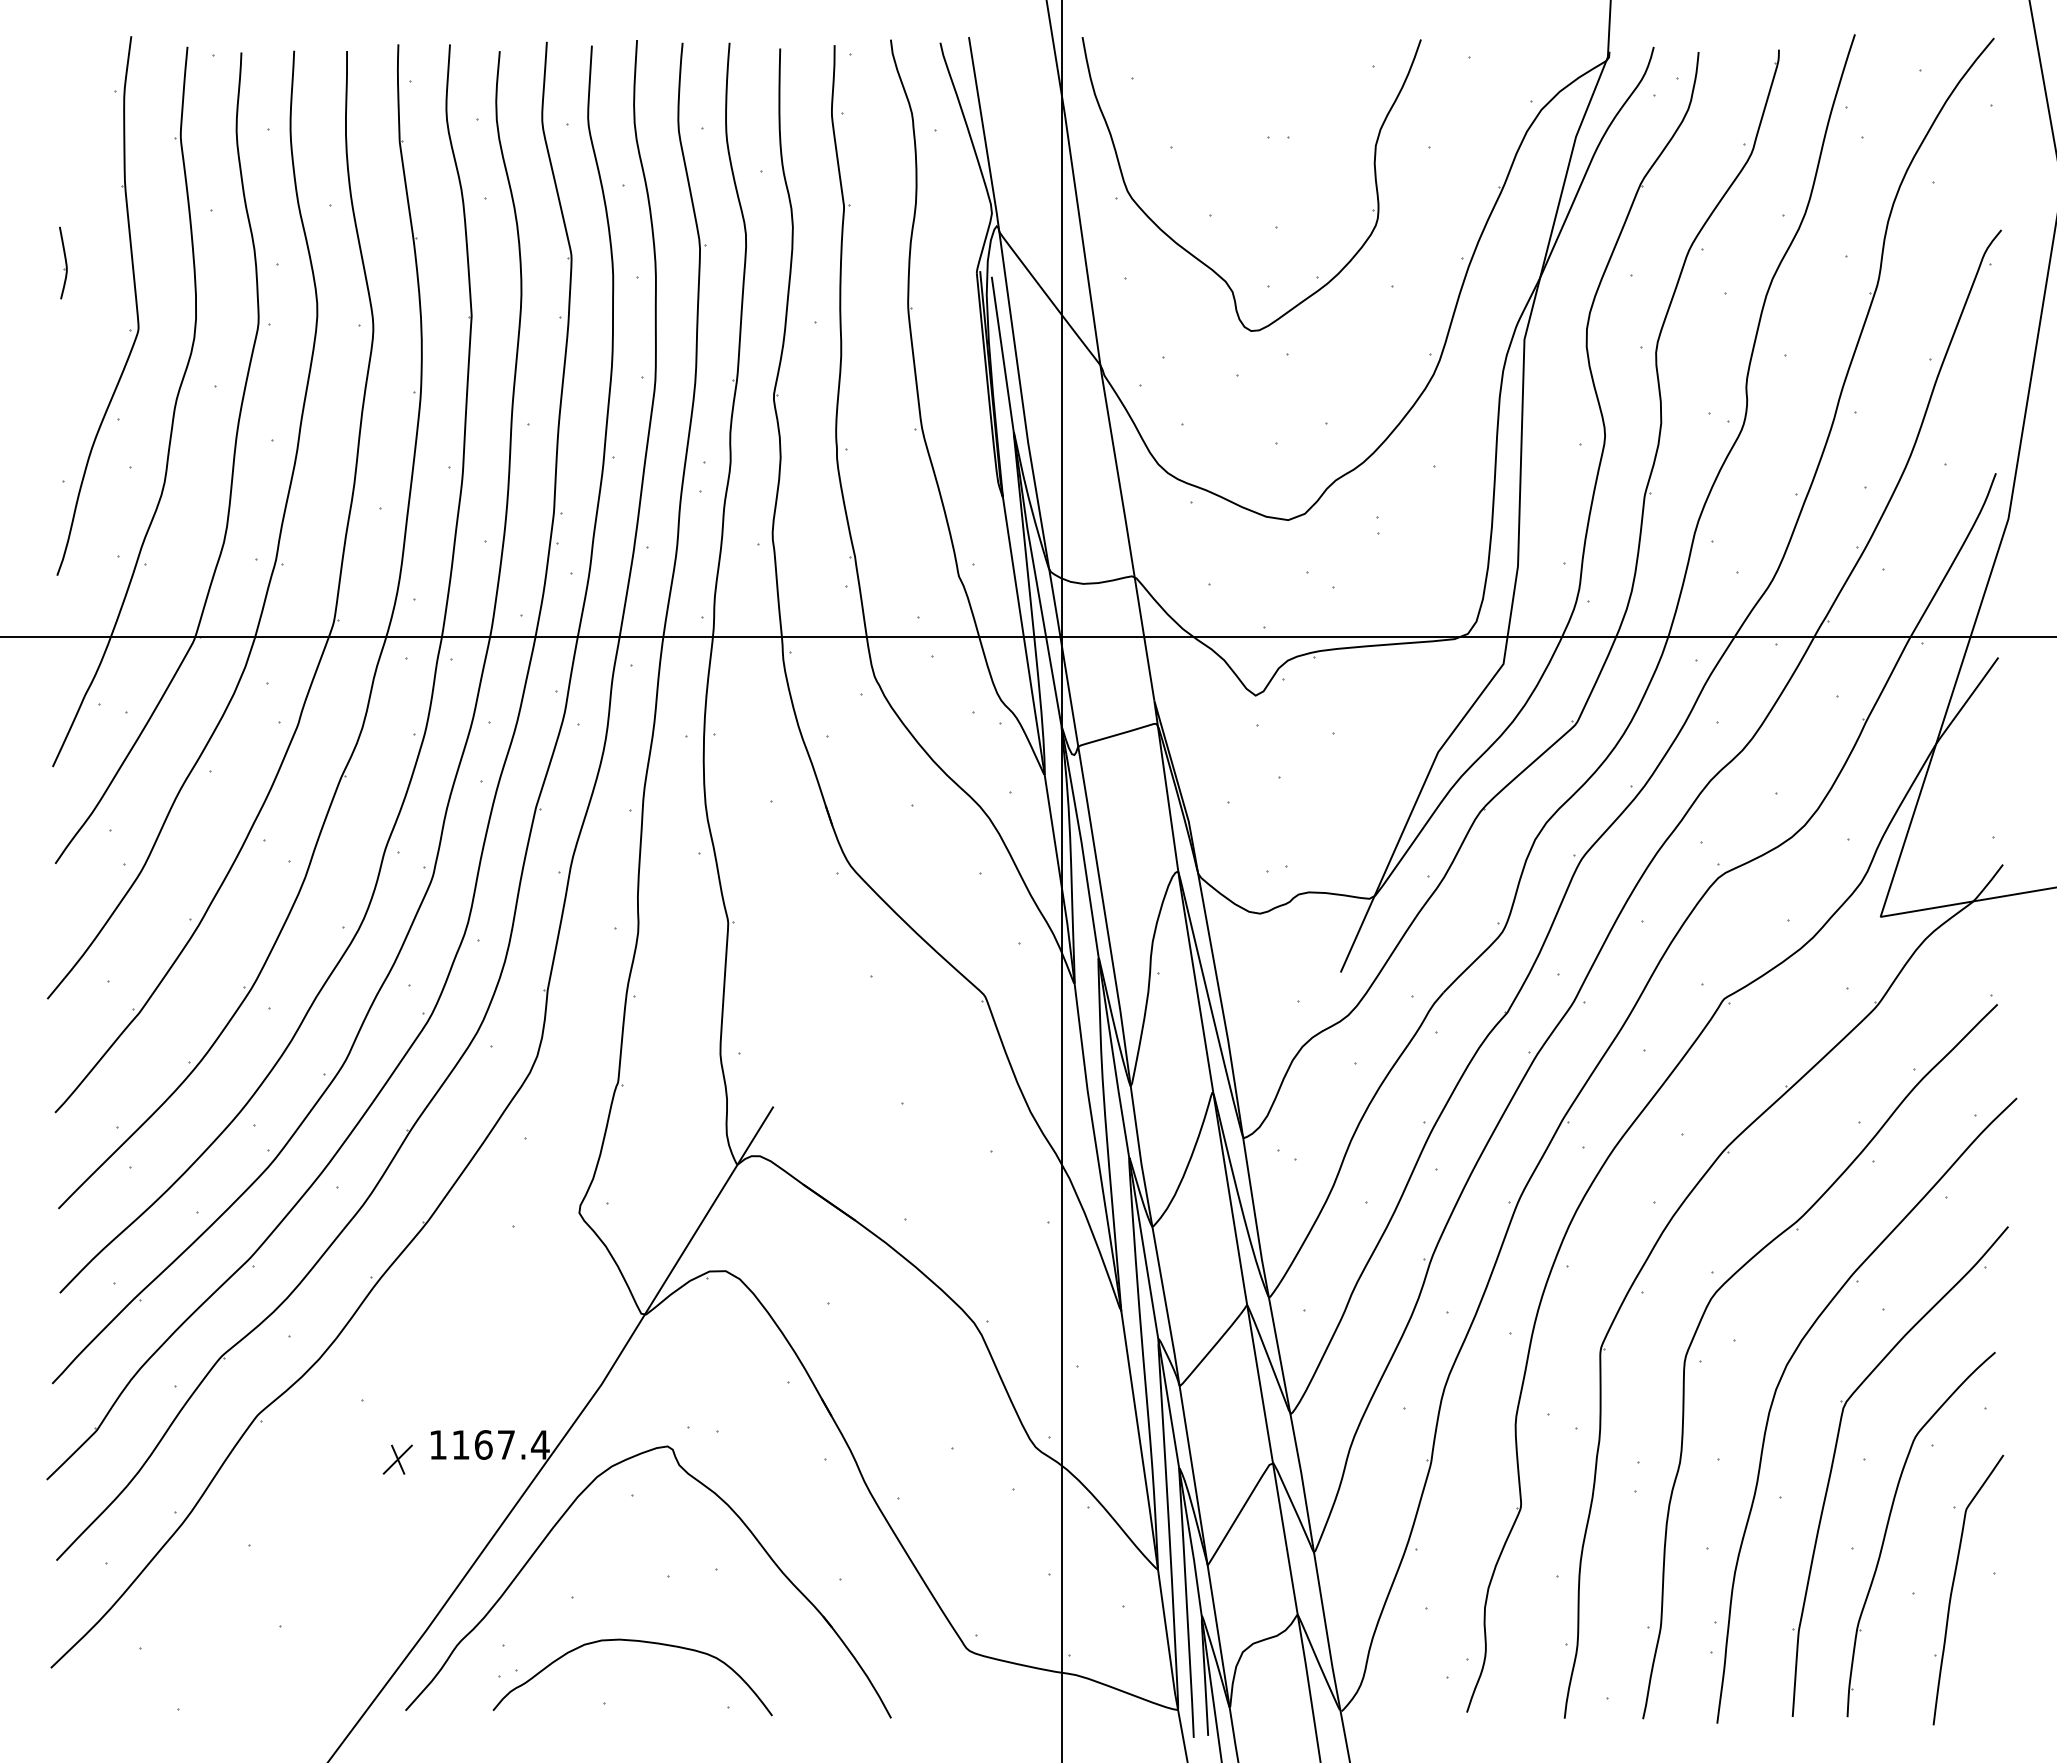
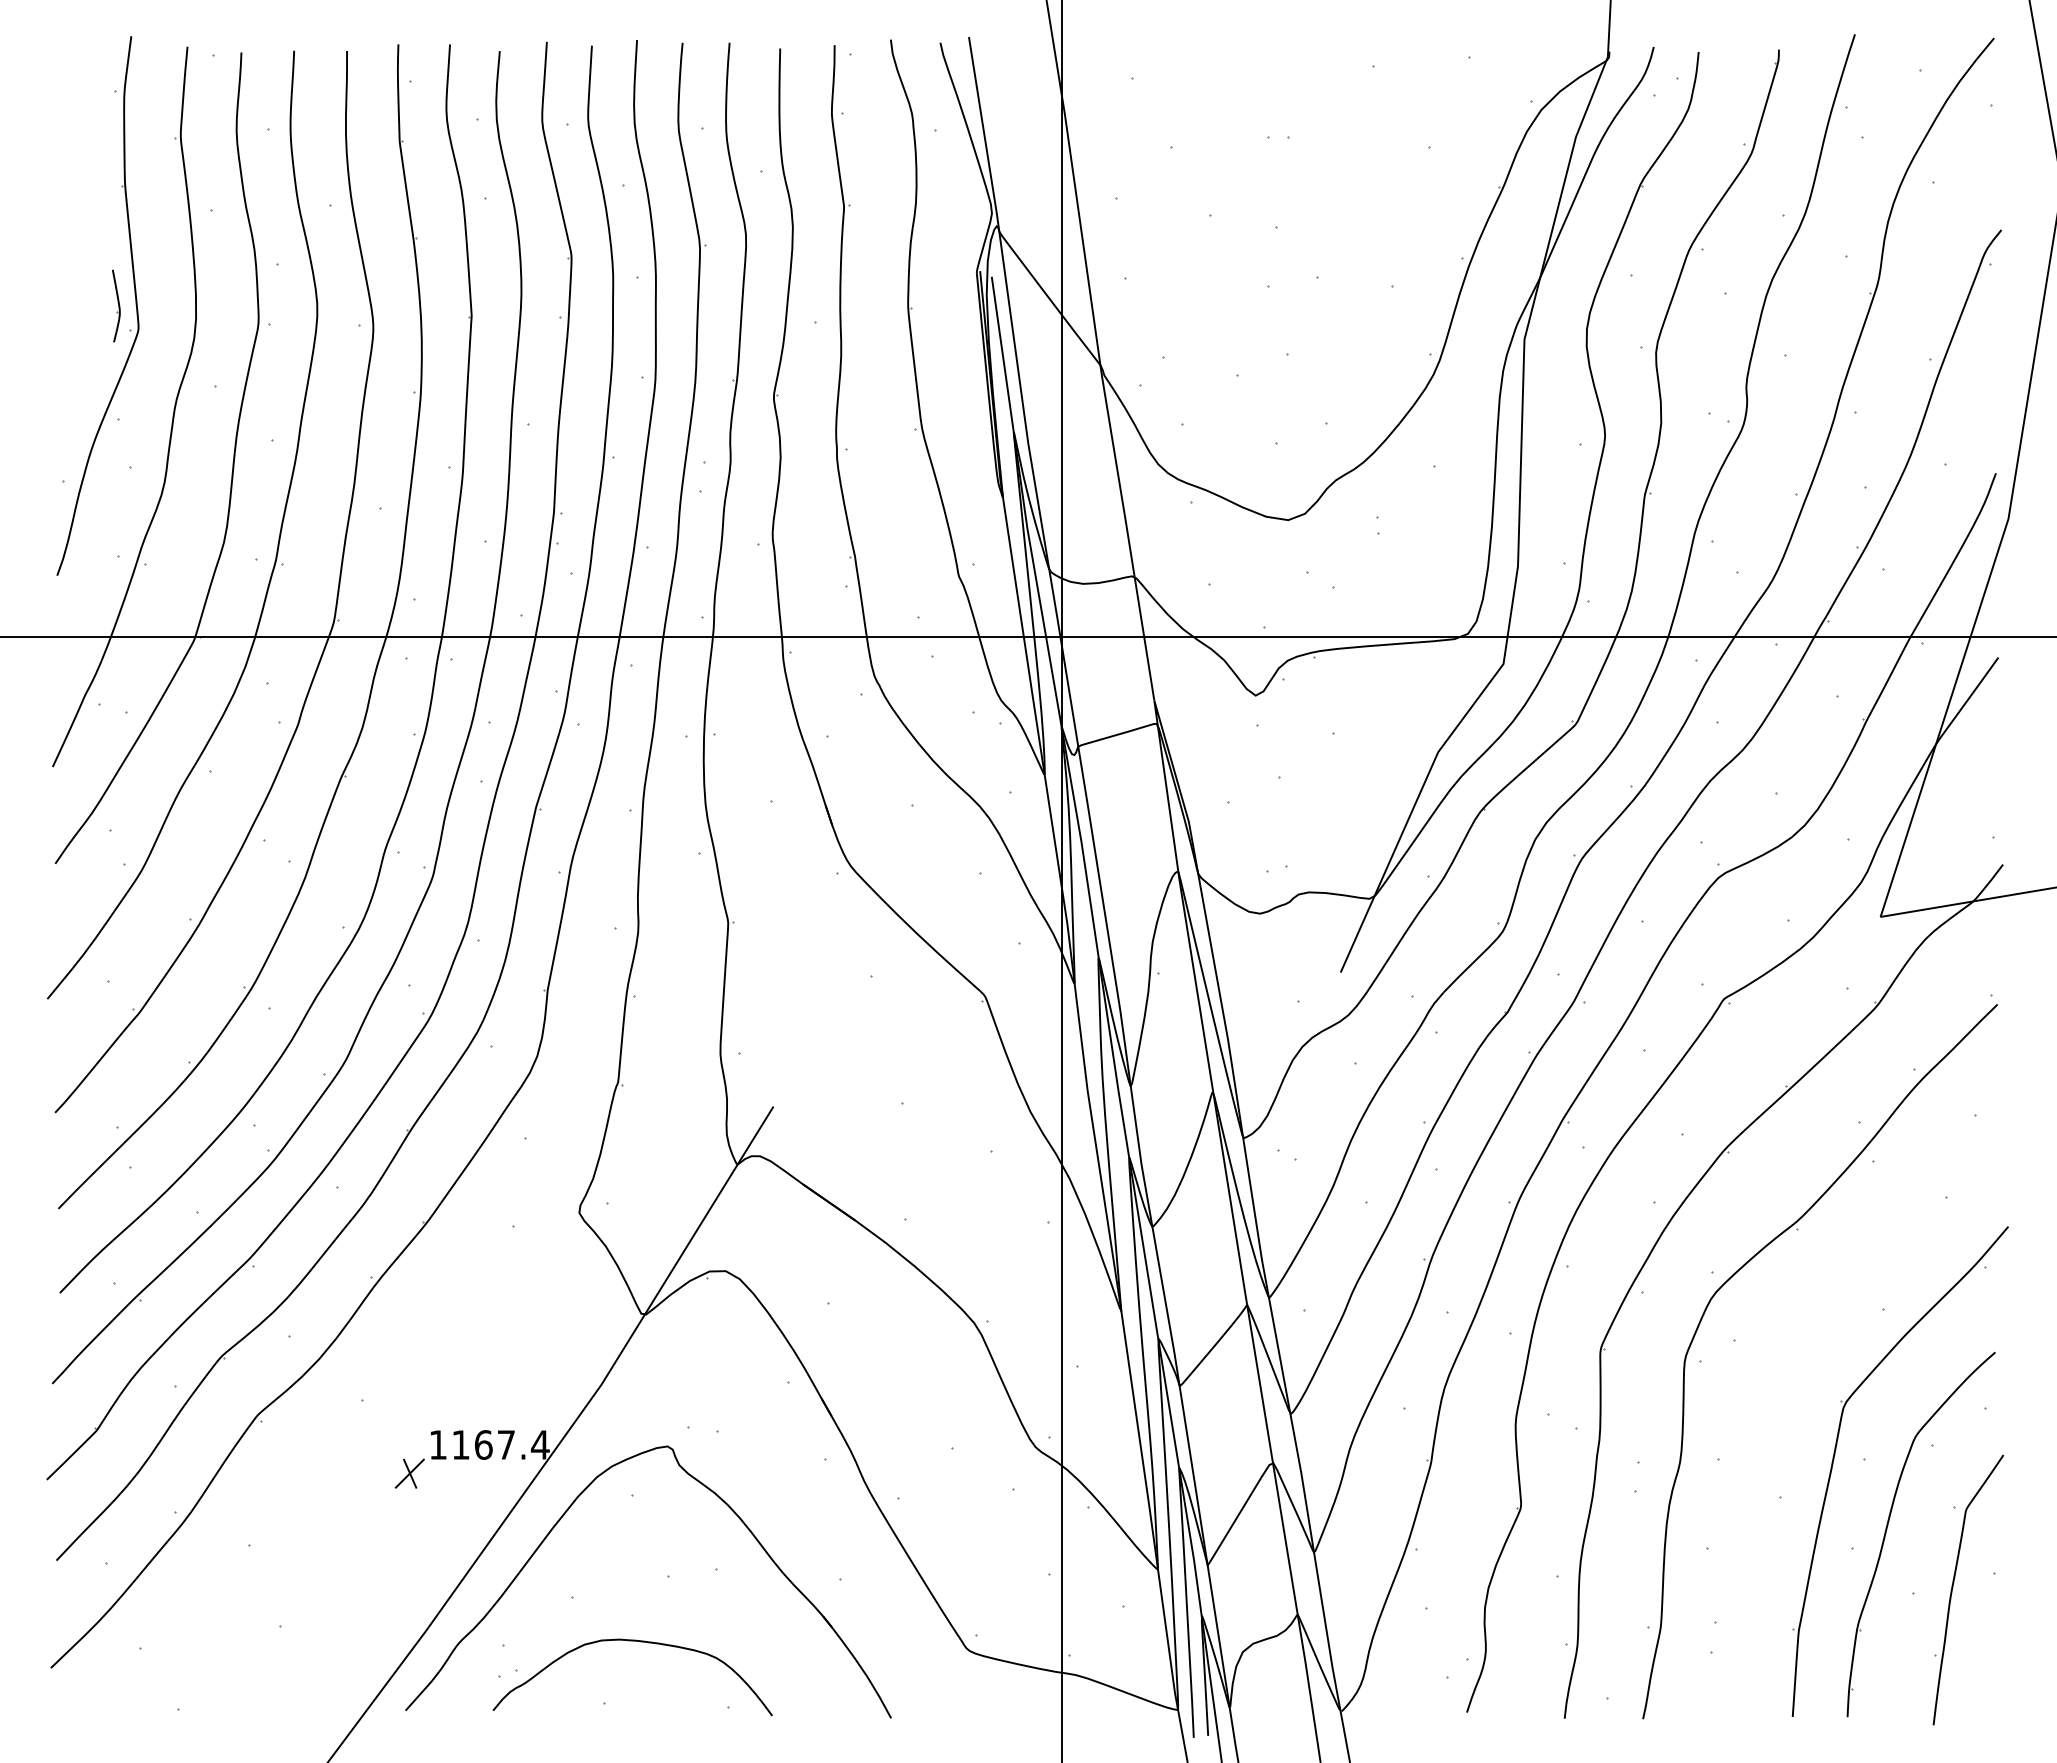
part at (1197, 257): present -> none
part at (63, 262) position: (63, 262) -> (116, 305)
part at (1784, 1373): present -> none
part at (397, 1459) position: (397, 1459) -> (409, 1473)
